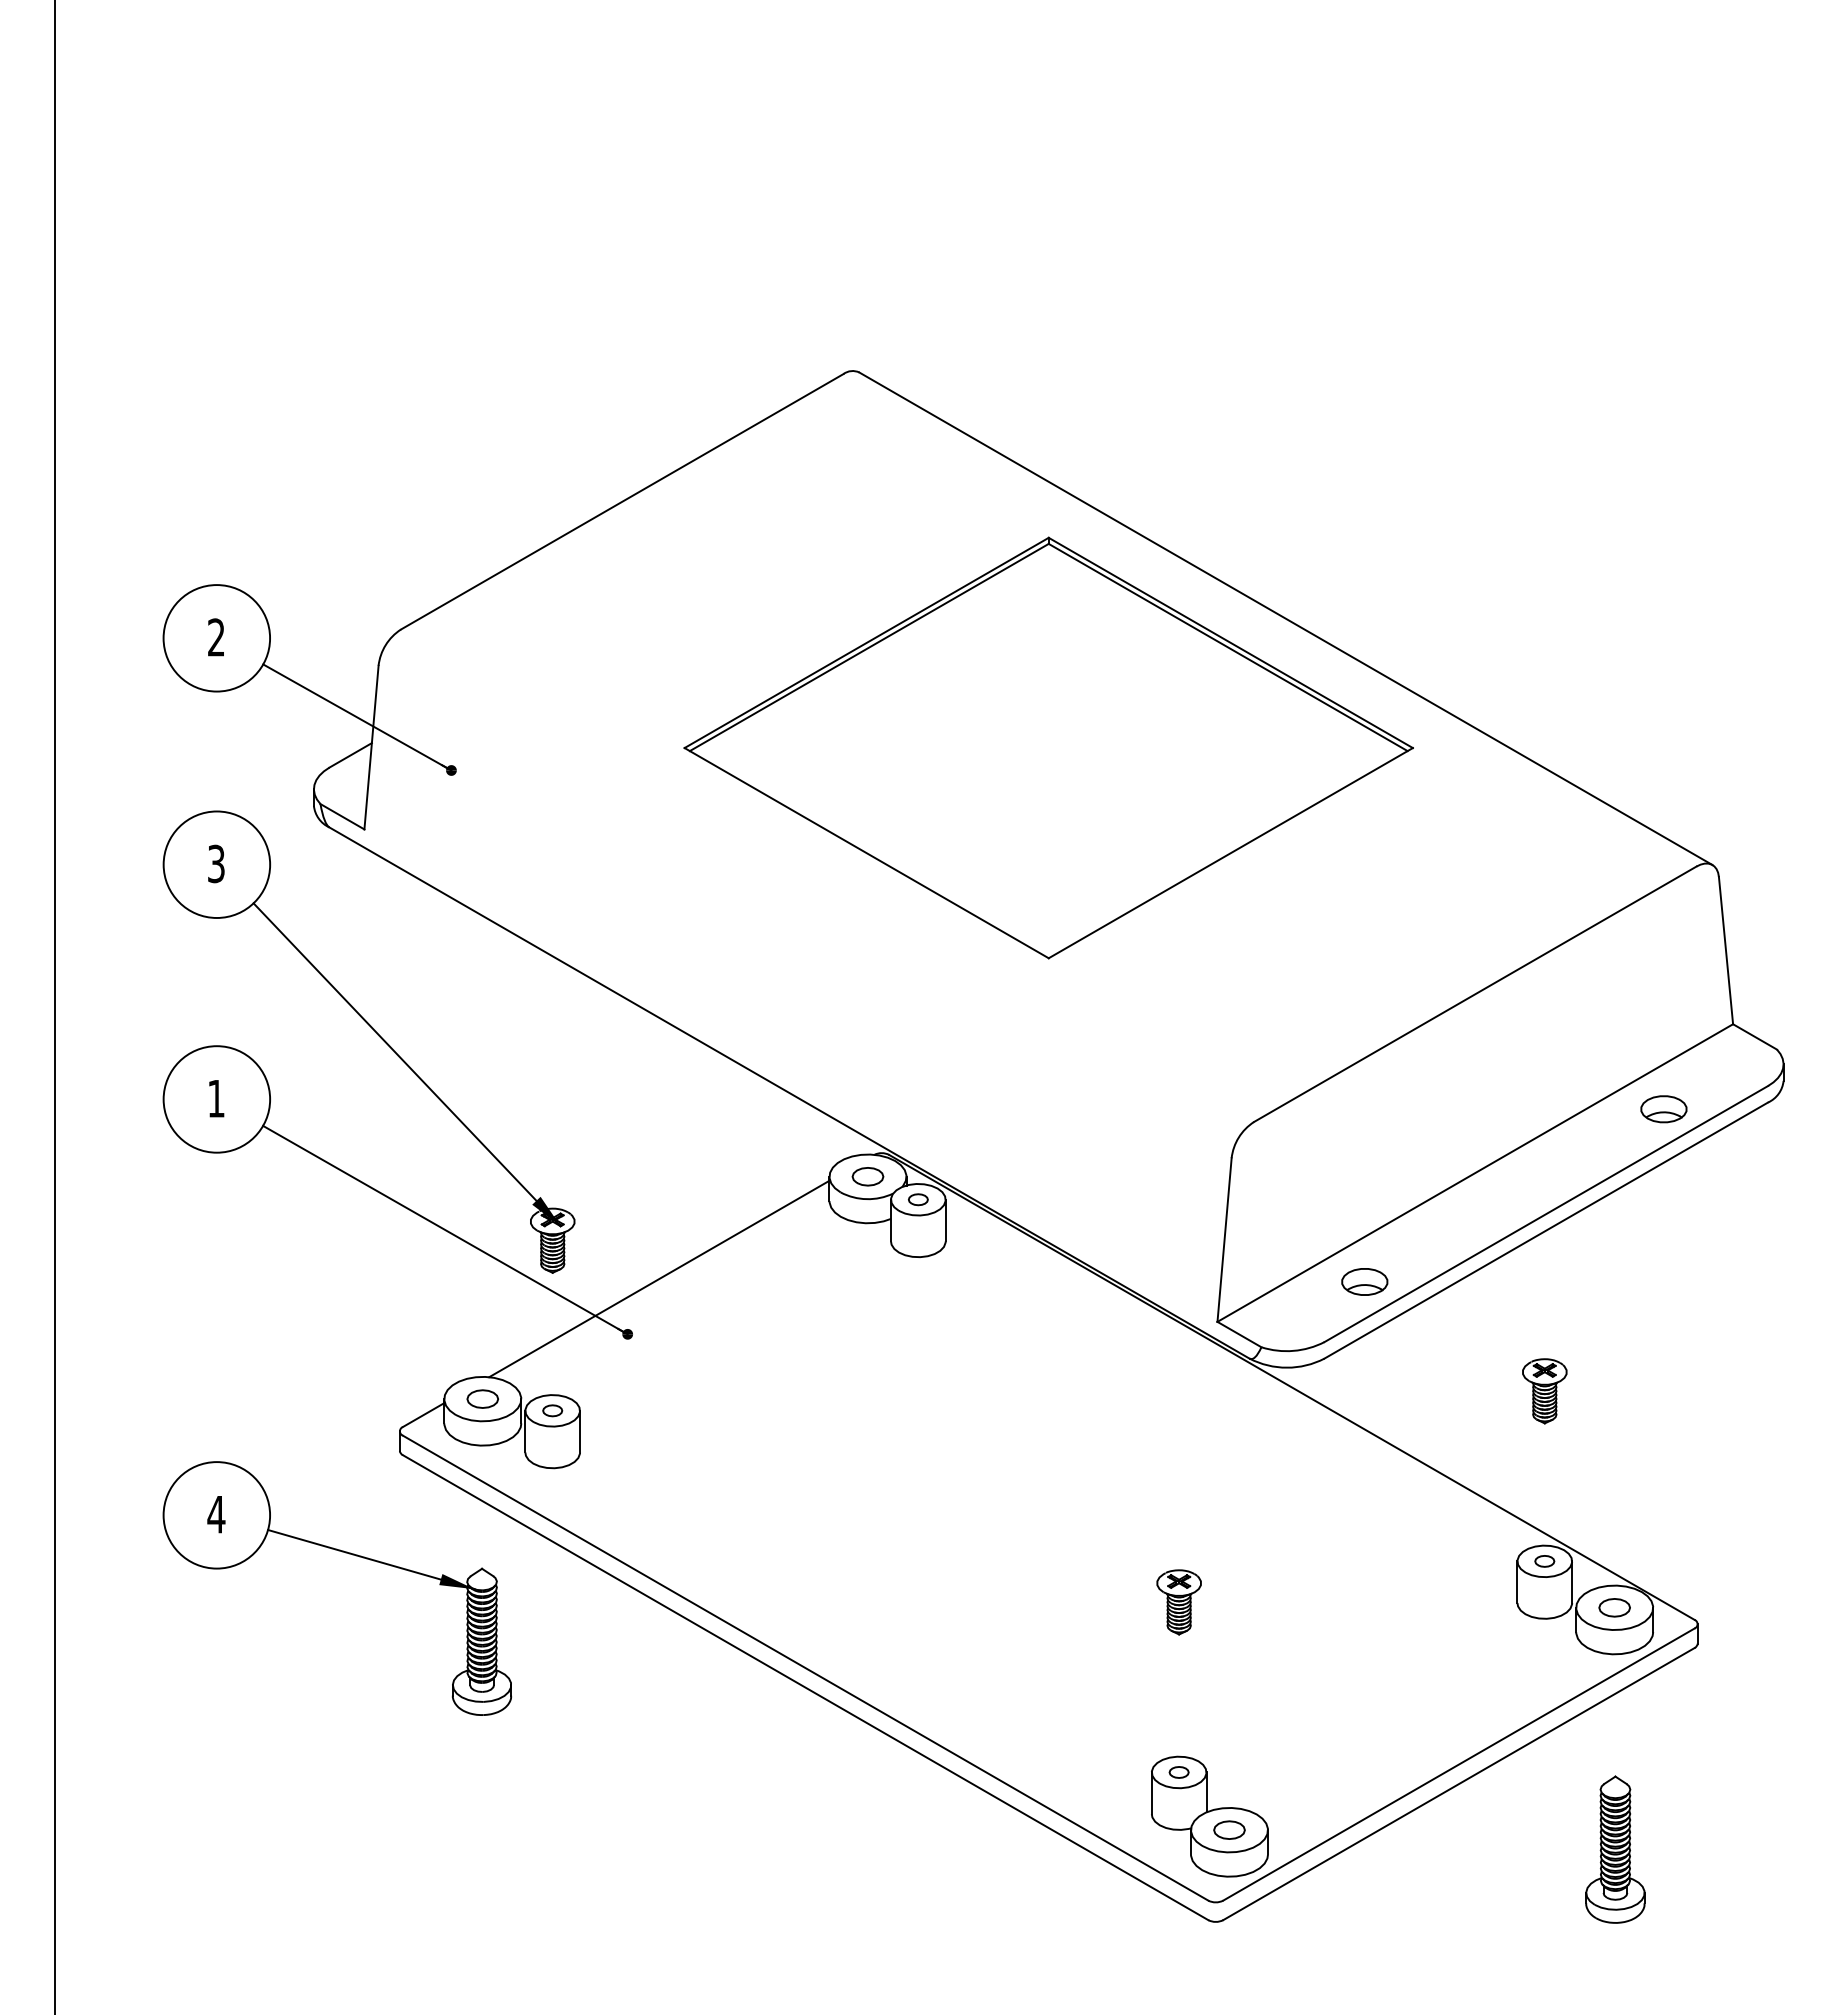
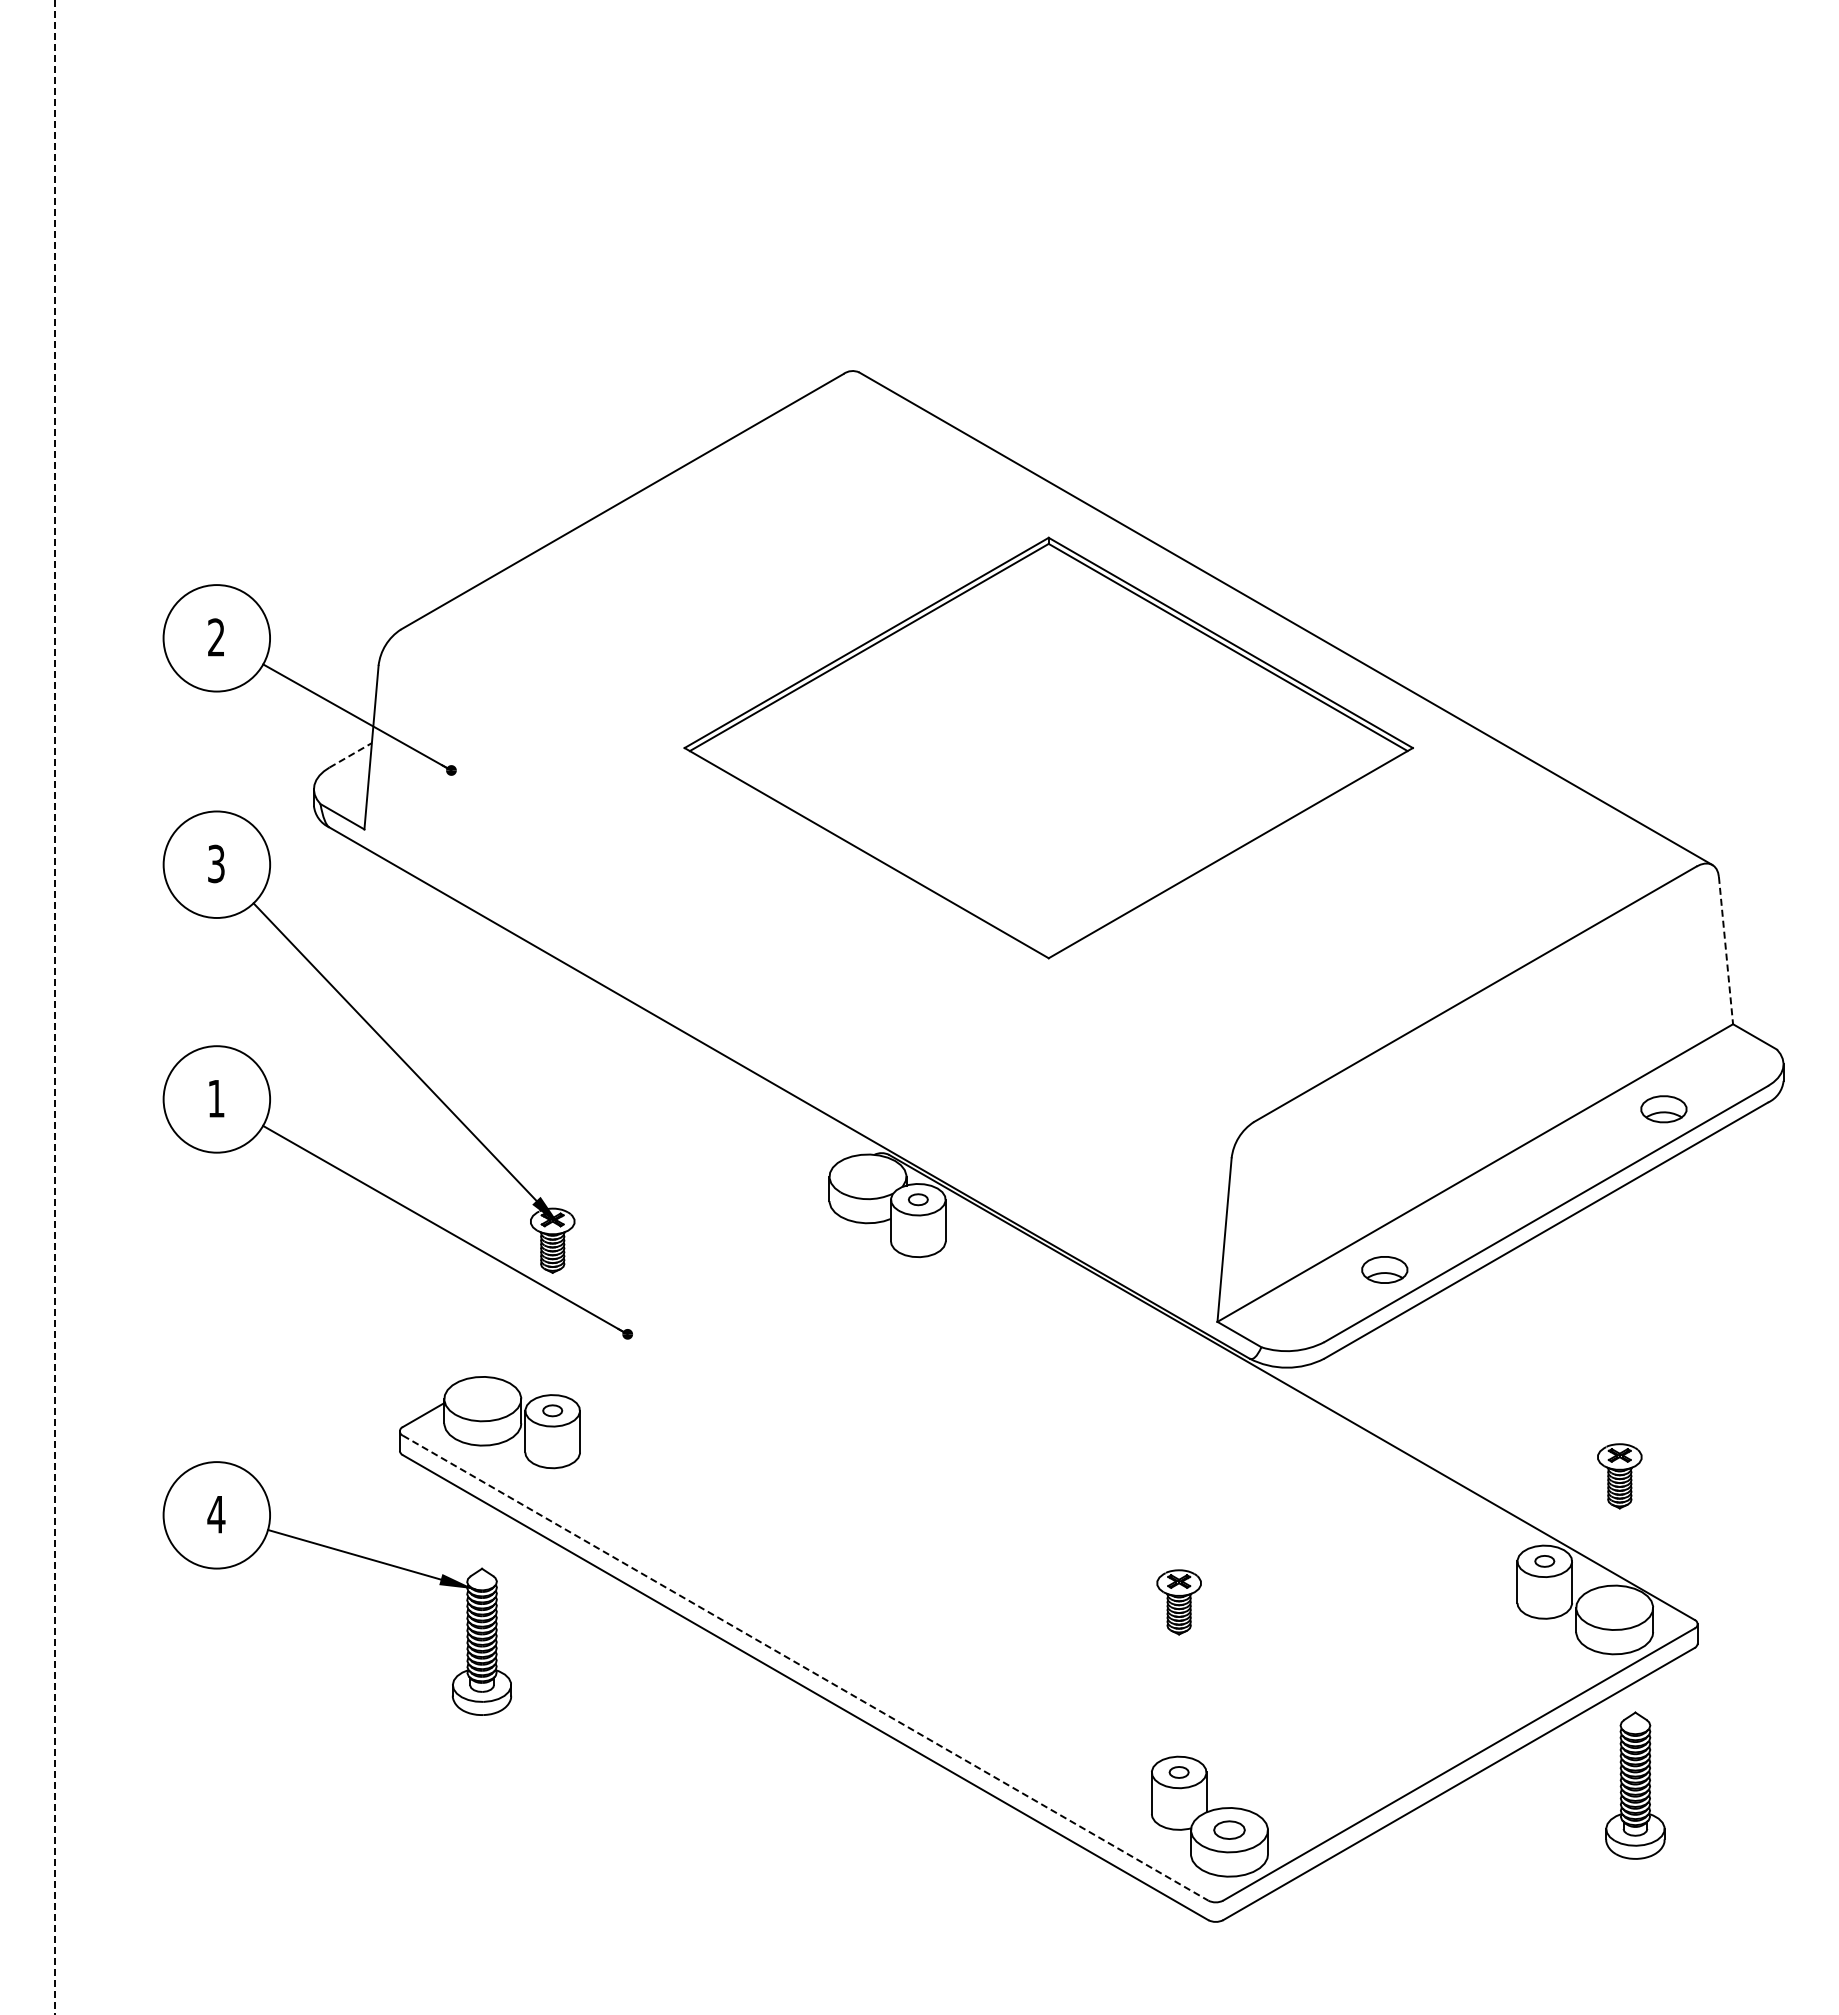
line at (351, 755): solid -> dashed
line at (1726, 950): solid -> dashed
line at (55, 1007): solid -> dashed
part at (867, 1176): present -> none
line at (659, 1278): present -> none
part at (1364, 1281) position: (1364, 1281) -> (1384, 1269)
part at (1544, 1391) position: (1544, 1391) -> (1619, 1476)
part at (482, 1398): present -> none
part at (1614, 1607): present -> none
line at (805, 1668): solid -> dashed
part at (1615, 1849) position: (1615, 1849) -> (1635, 1785)
